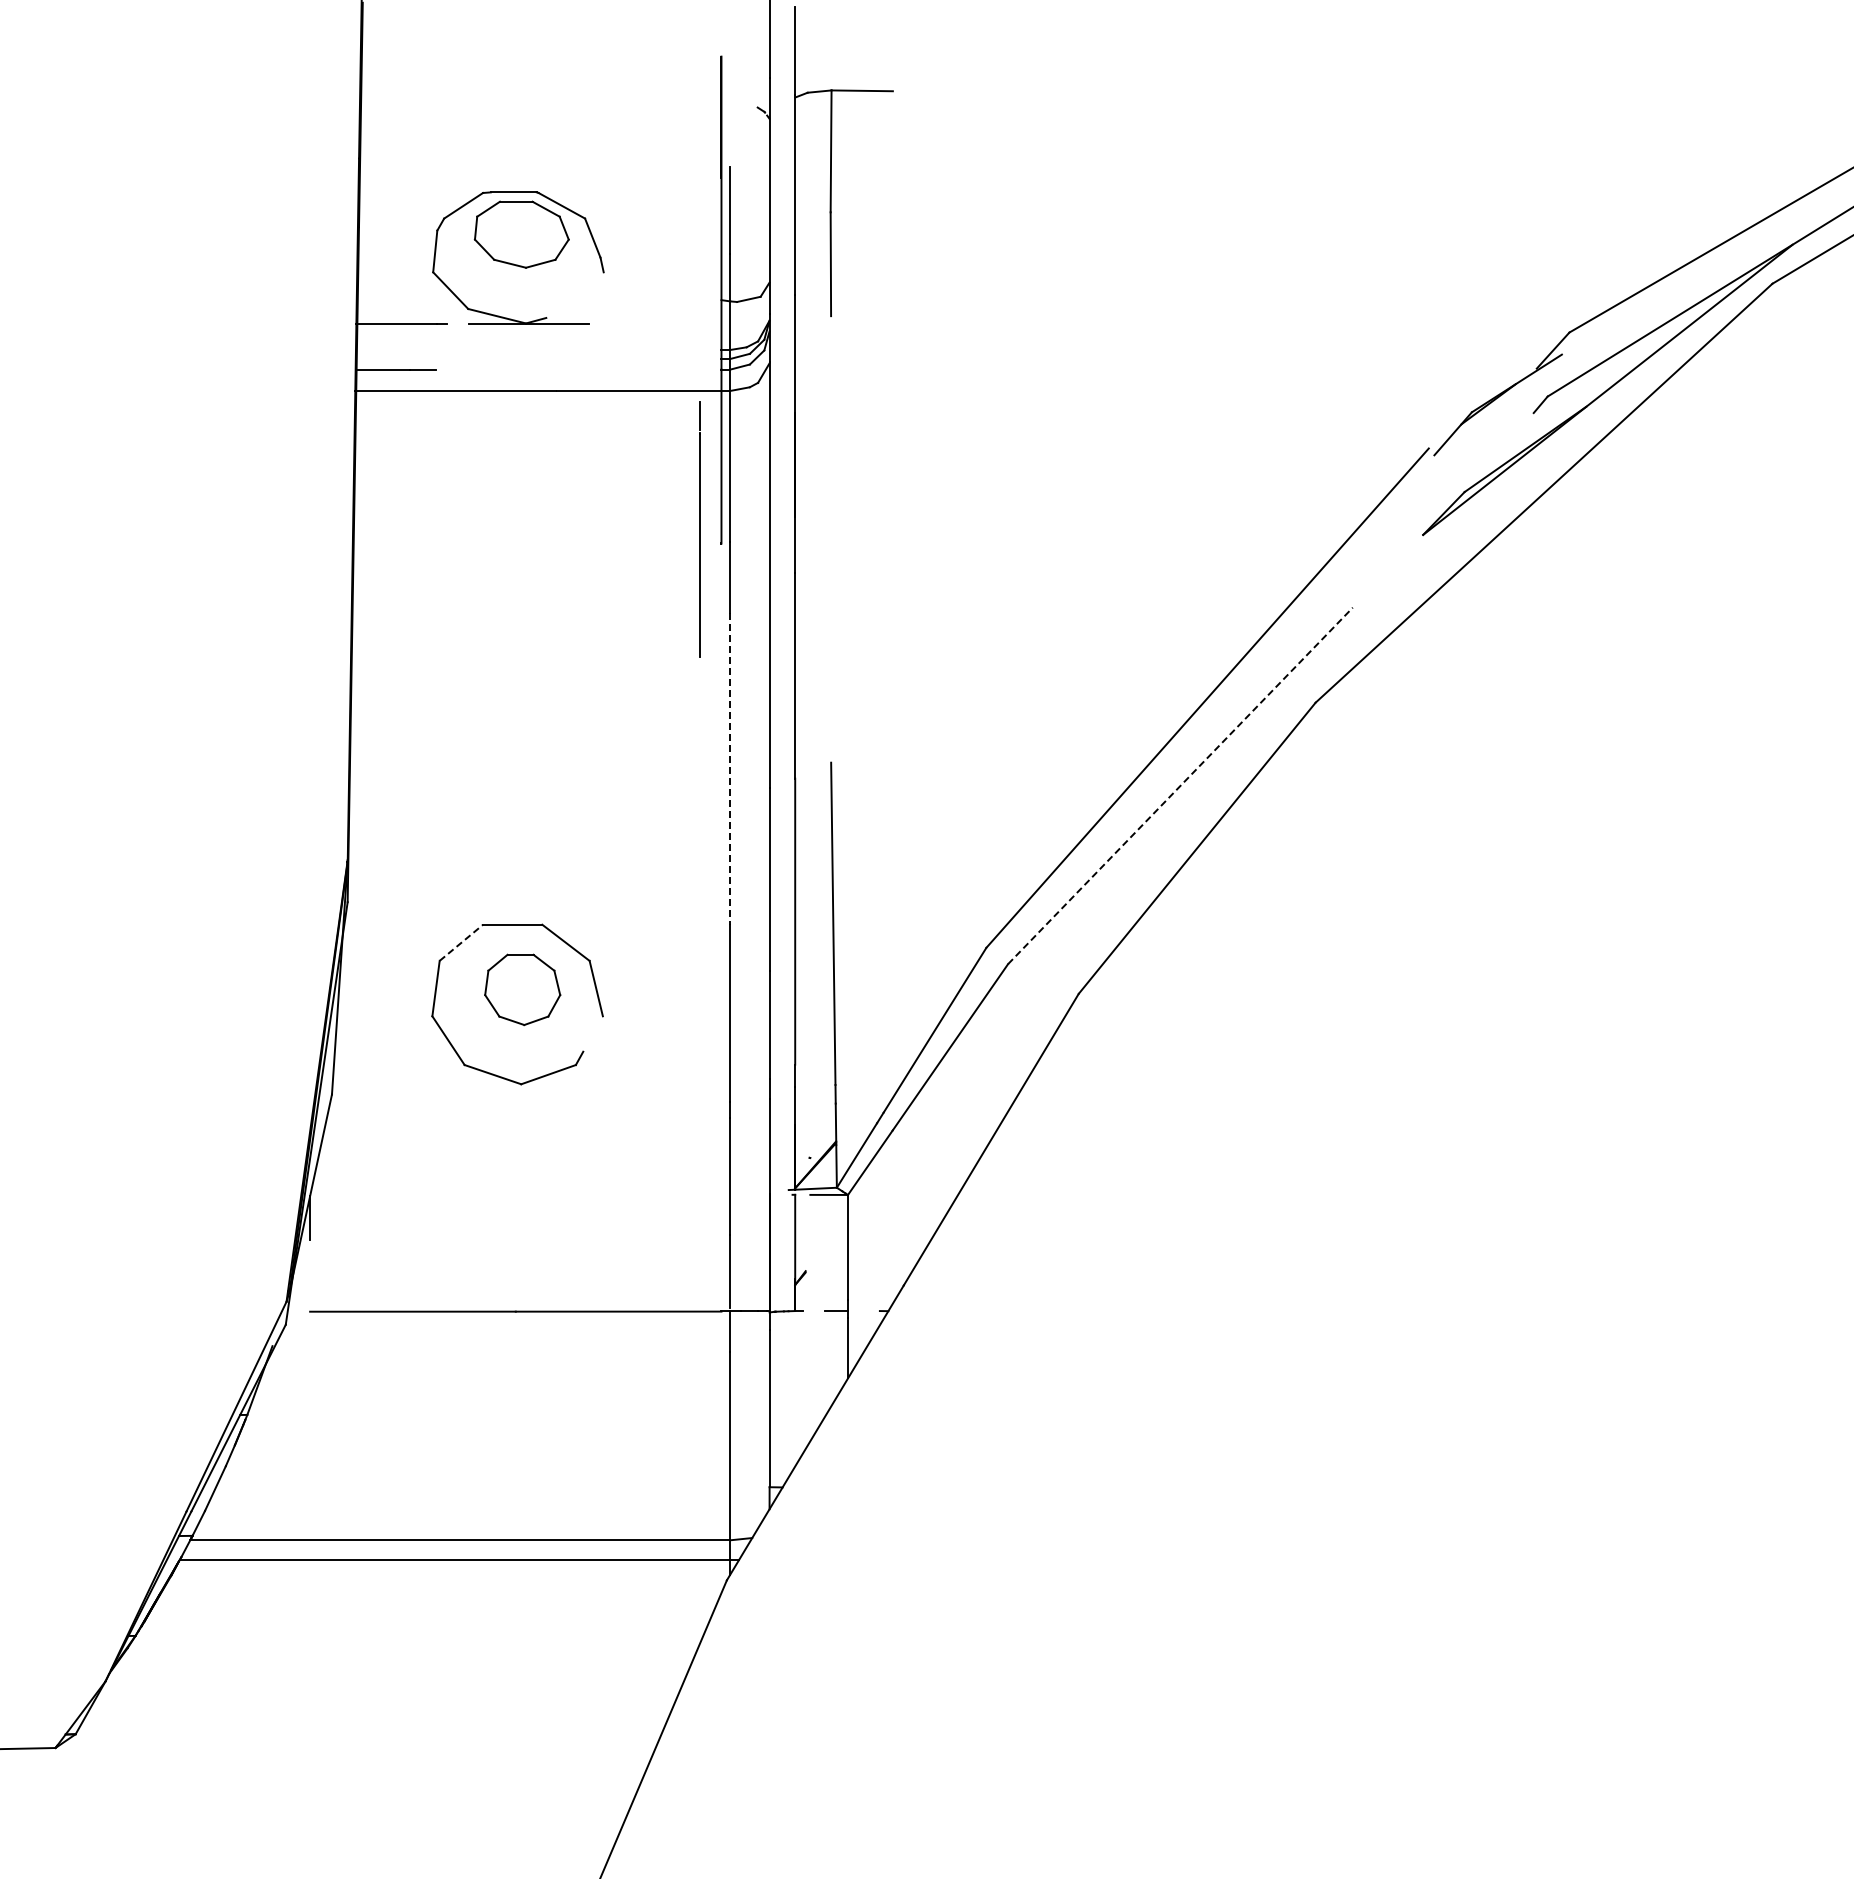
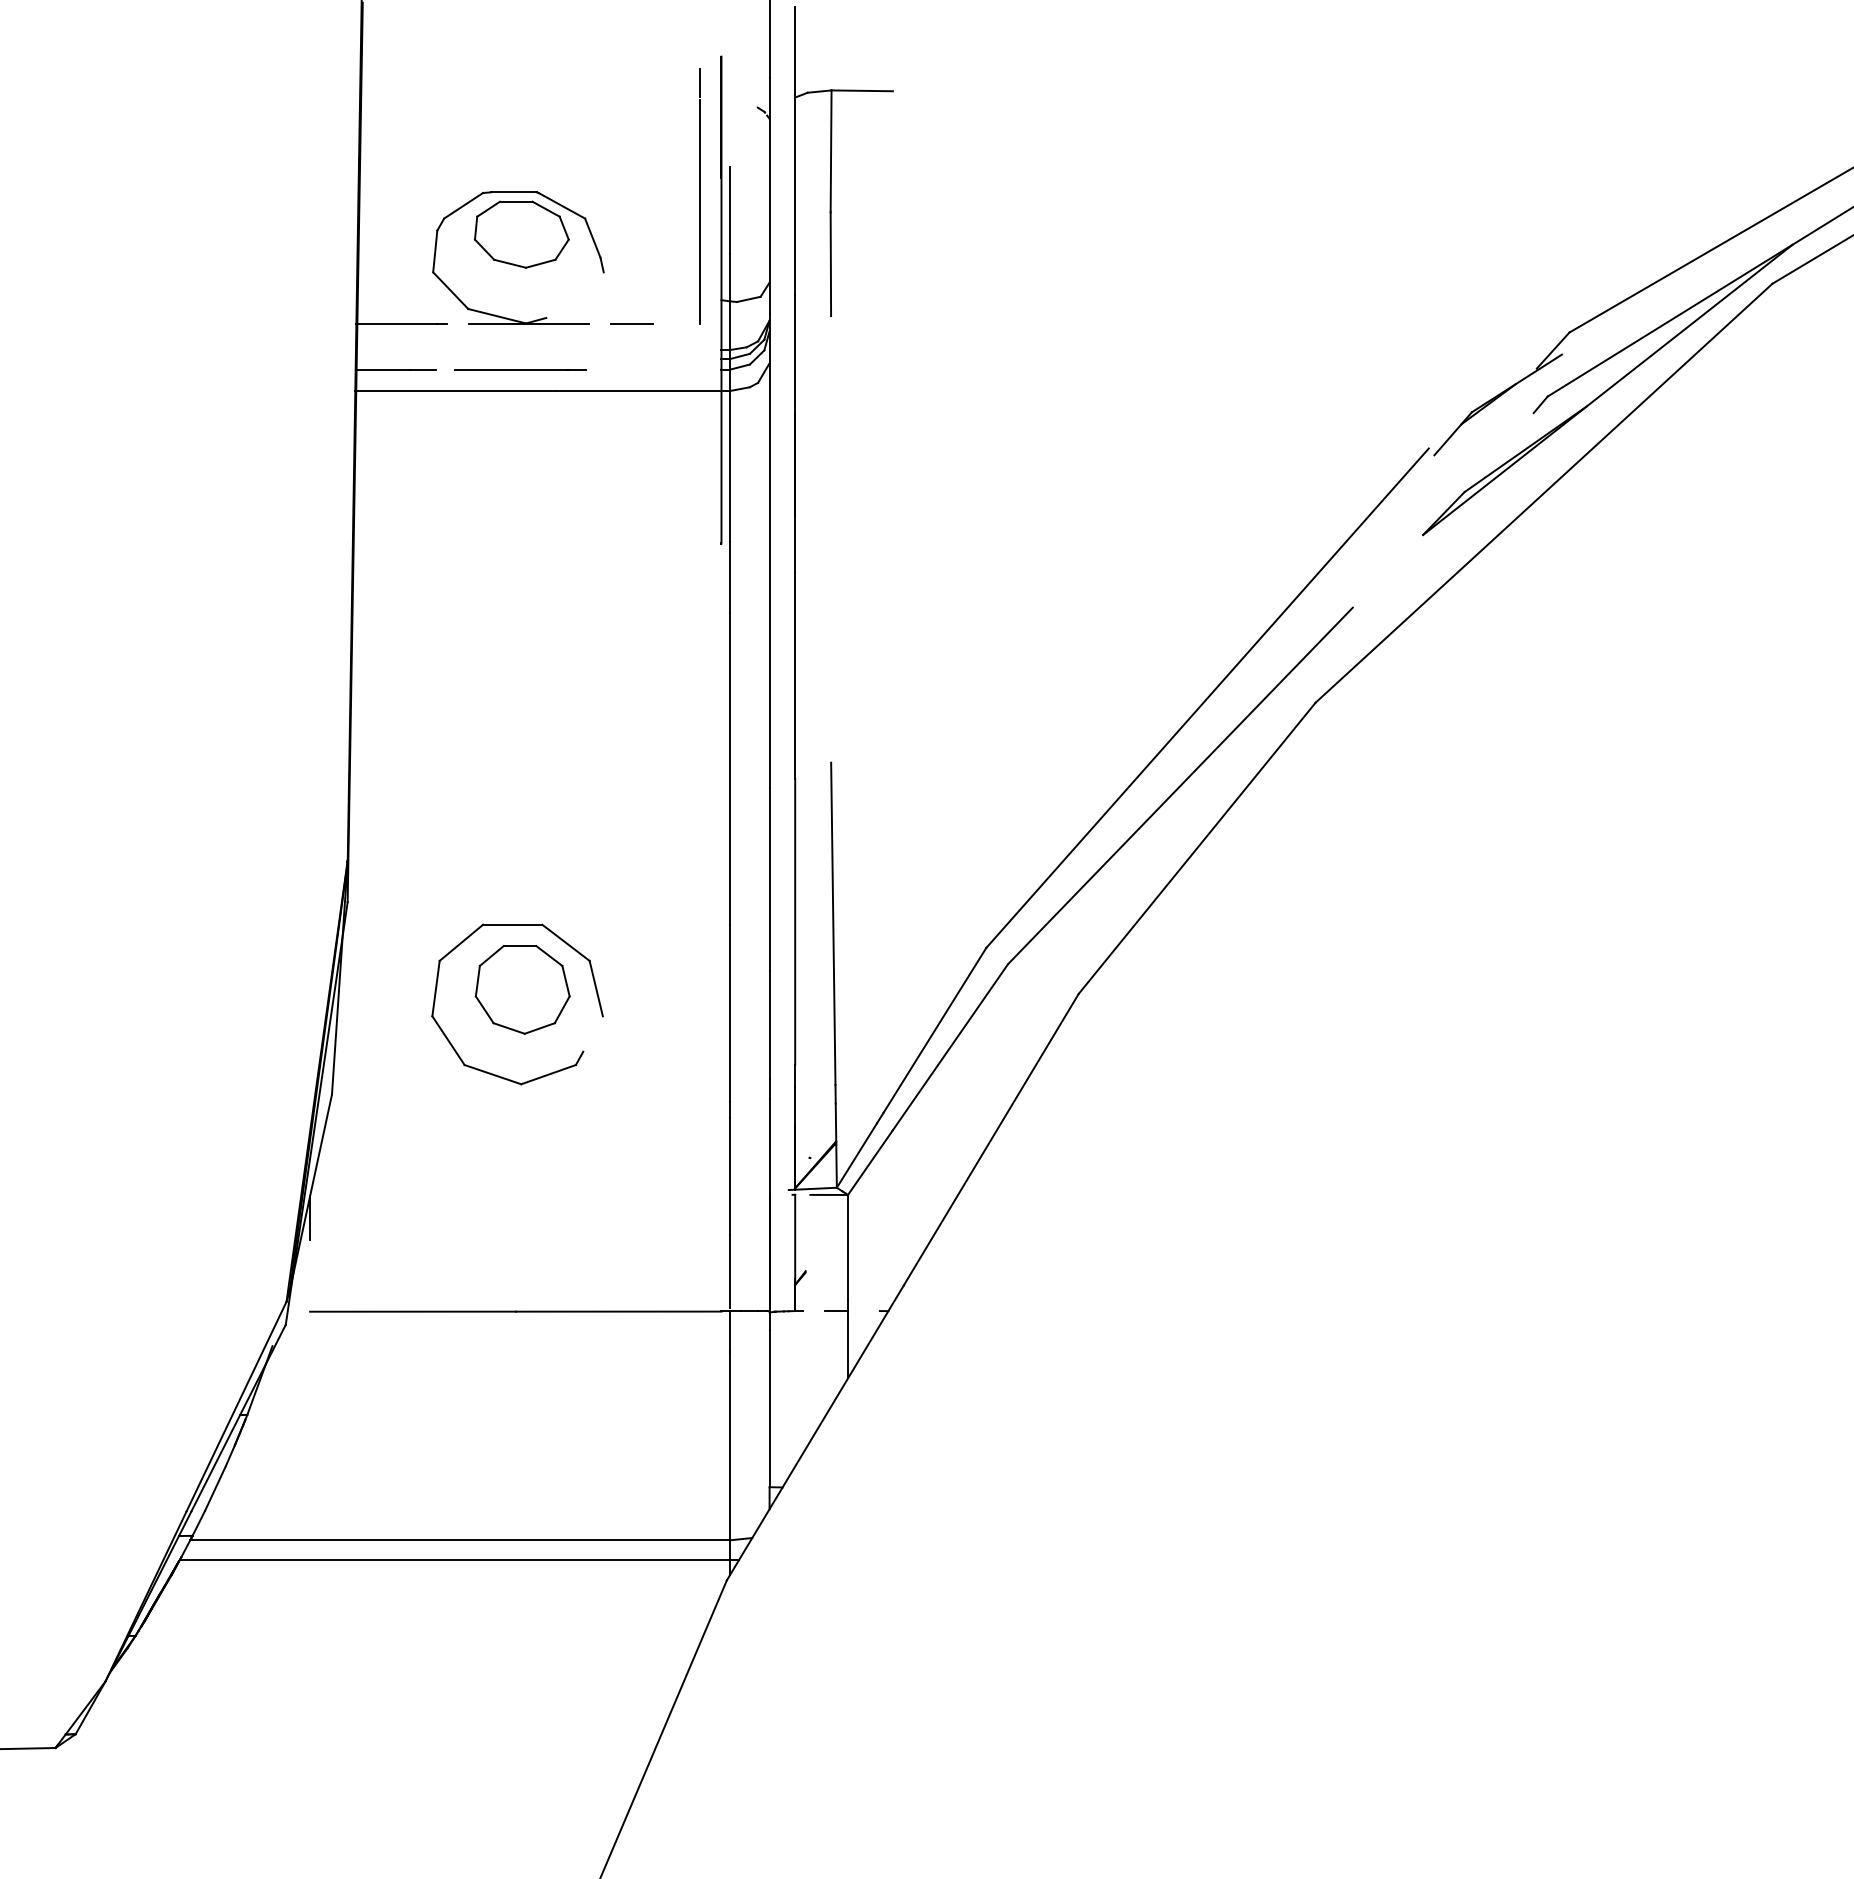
line at (631, 323): none -> present
line at (520, 369): none -> present
line at (699, 529) position: (699, 529) -> (699, 196)
line at (730, 769): dashed -> solid
line at (1180, 785): dashed -> solid
line at (461, 942): dashed -> solid
part at (522, 989) size: 78x74 px -> 97x90 px
